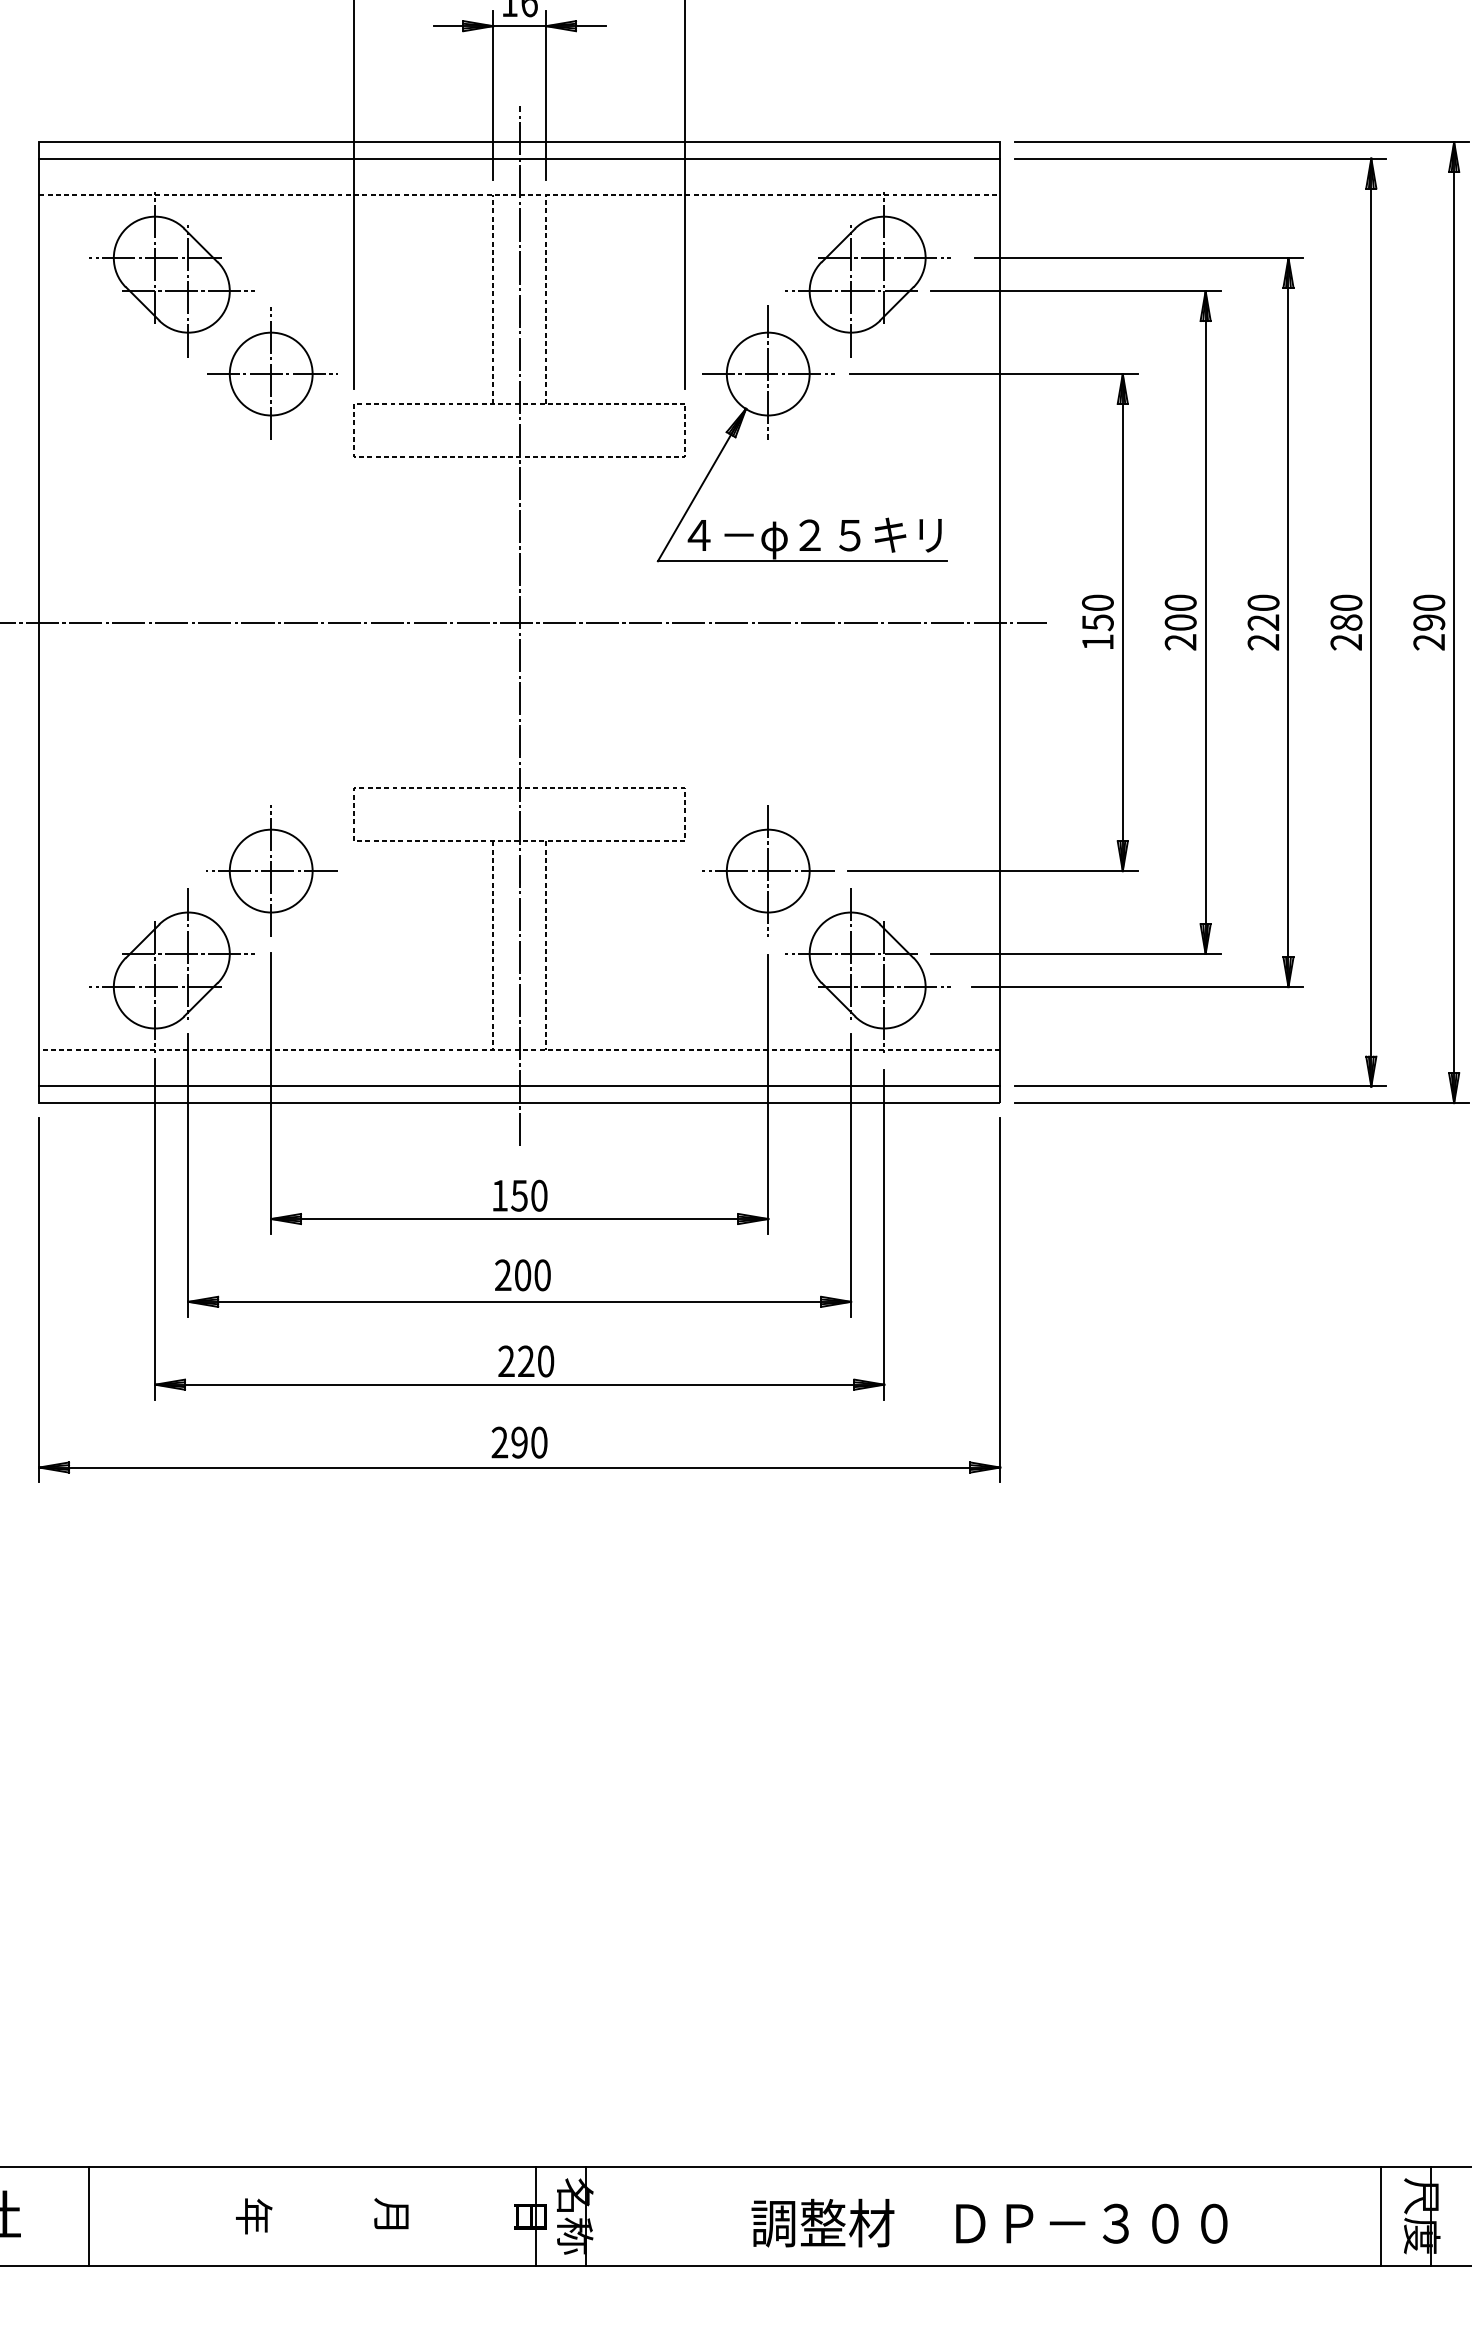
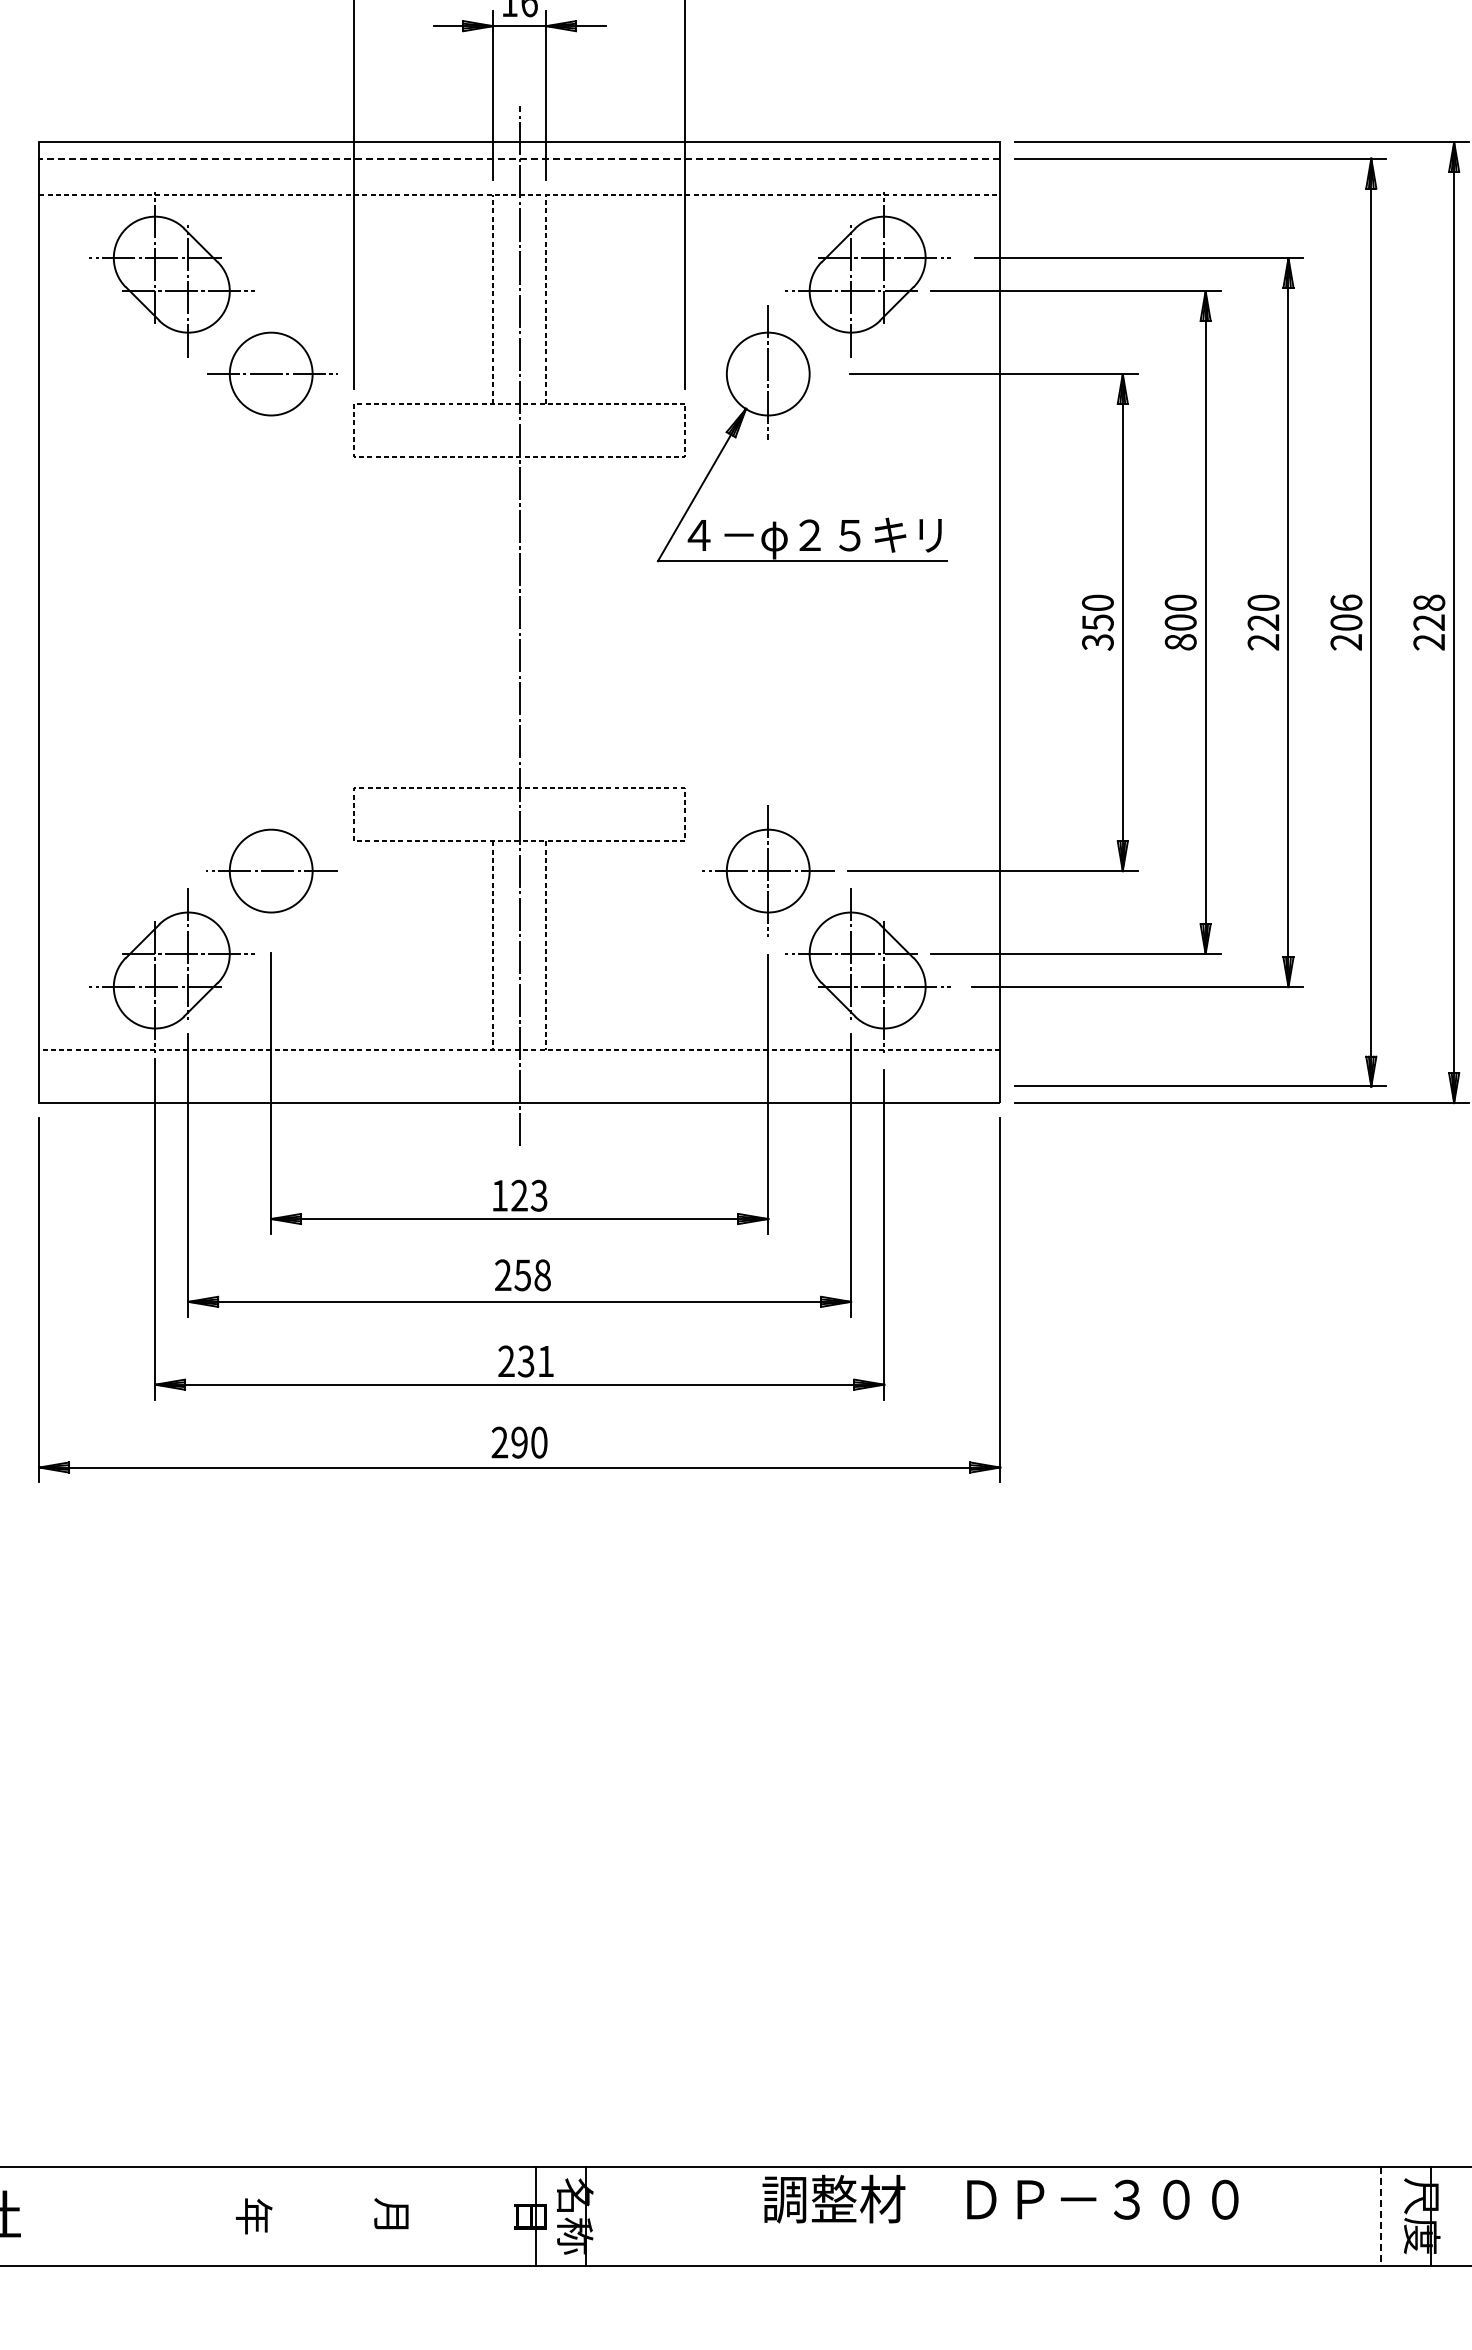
line at (519, 158): solid -> dashed
line at (271, 373): present -> none
line at (767, 374): present -> none
text at (1346, 612): 280 -> 206
text at (1429, 612): 290 -> 228
line at (524, 622): present -> none
text at (1097, 642): 150 -> 350
text at (1180, 642): 200 -> 800
line at (271, 870): present -> none
line at (519, 1086): present -> none
text at (529, 1195): 150 -> 123
text at (532, 1275): 200 -> 258
text at (535, 1361): 220 -> 231
line at (88, 2216): present -> none
line at (1381, 2216): solid -> dashed
text at (989, 2222) position: (989, 2222) -> (1000, 2198)
